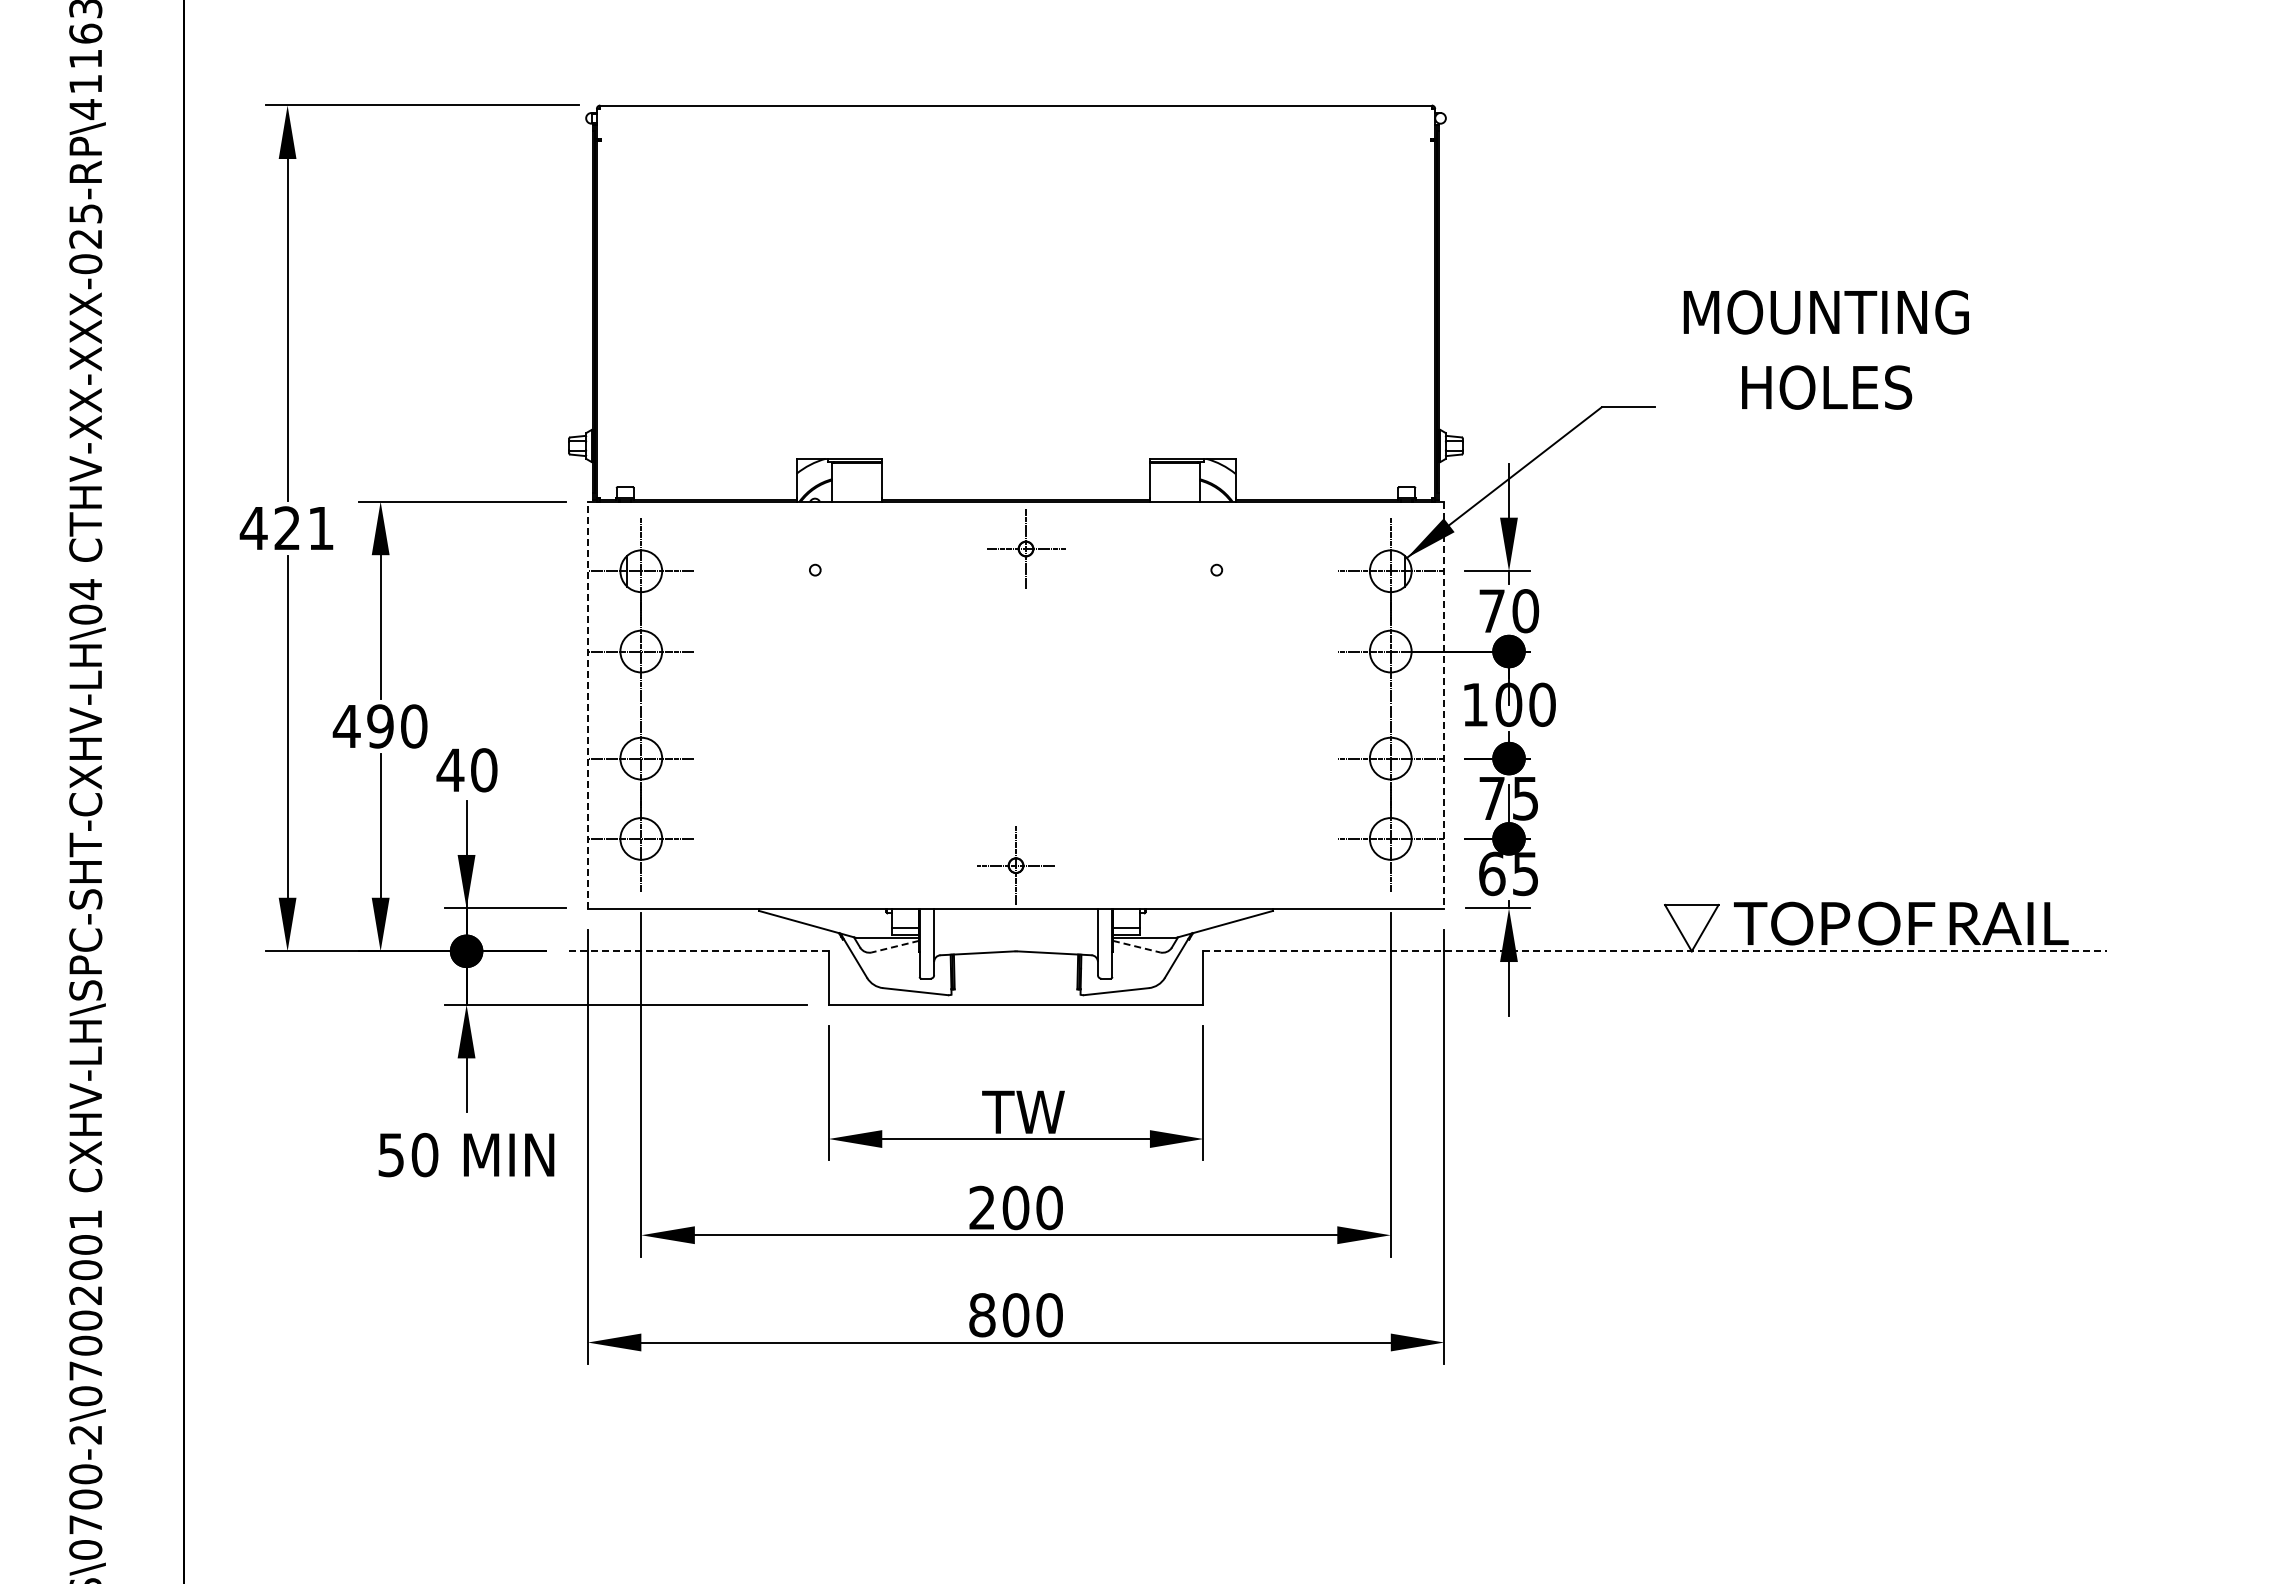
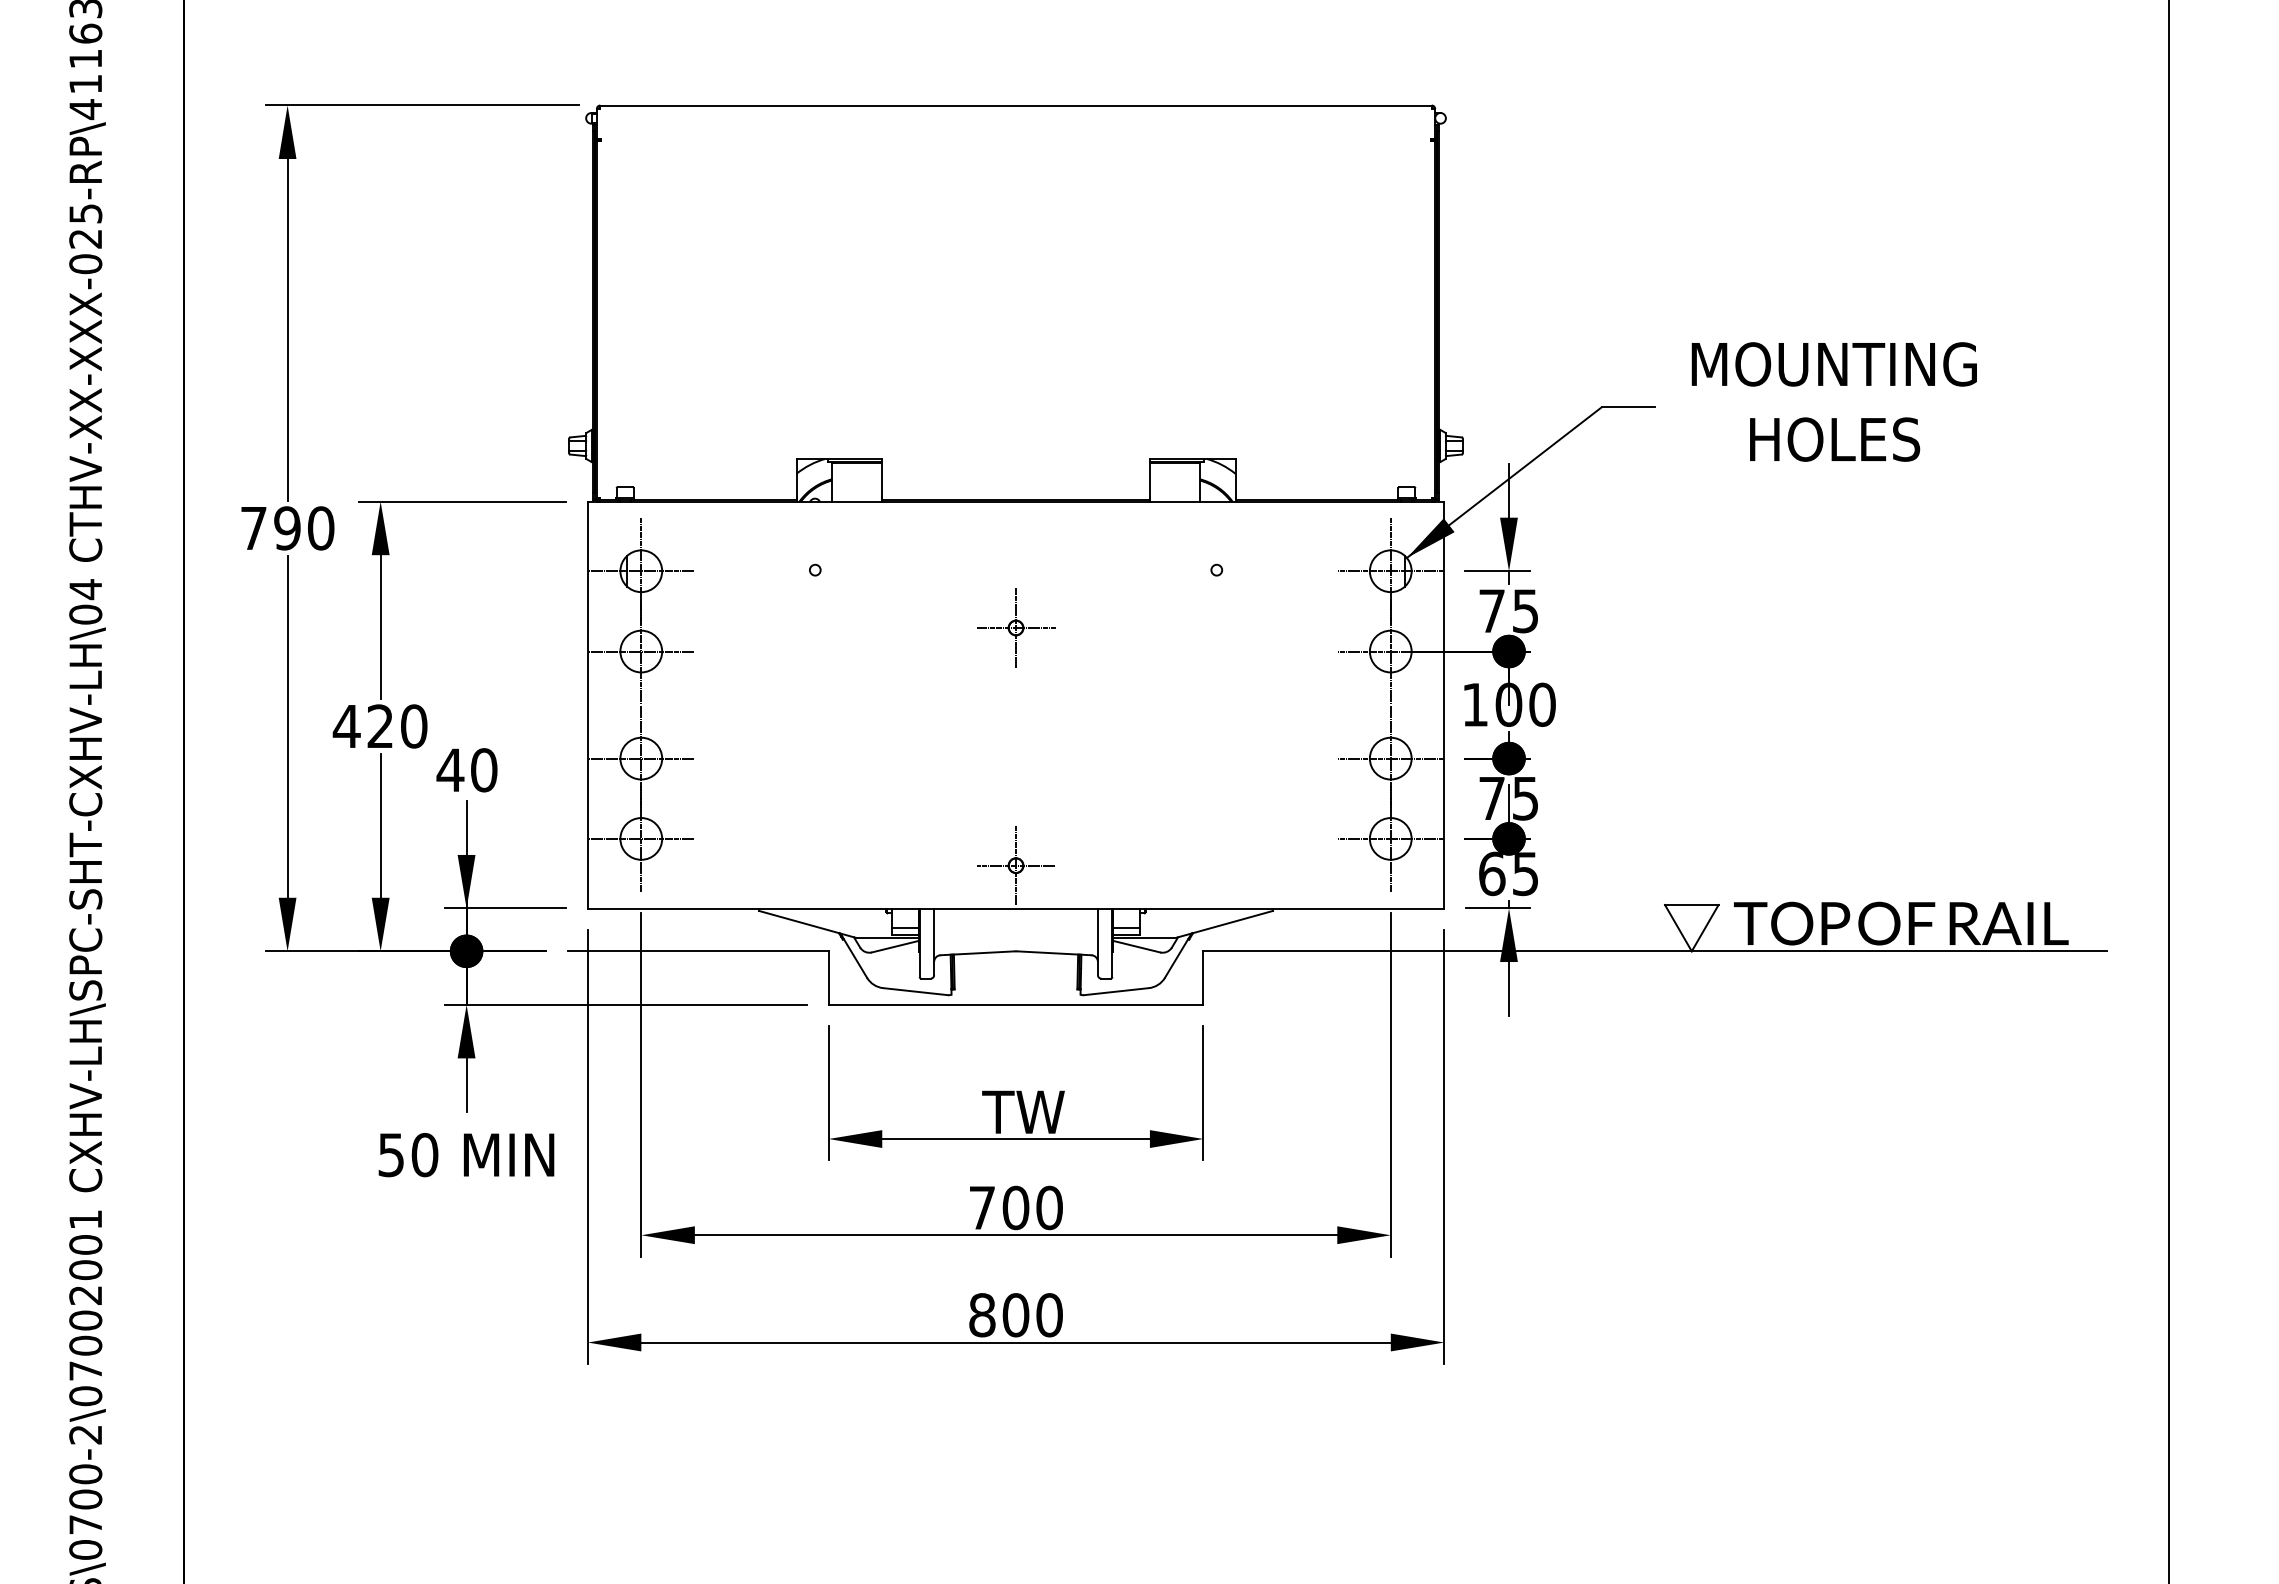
text at (1825, 349) position: (1825, 349) -> (1833, 401)
text at (286, 528): 421 -> 790
part at (1026, 548) position: (1026, 548) -> (1016, 627)
text at (1525, 611): 70 -> 75
line at (587, 704): dashed -> solid
line at (1444, 705): dashed -> solid
text at (380, 726): 490 -> 420
line at (2169, 791): none -> present
line at (895, 946): dashed -> solid
line at (1137, 946): dashed -> solid
line at (697, 951): dashed -> solid
line at (1655, 951): dashed -> solid
text at (981, 1207): 200 -> 700
